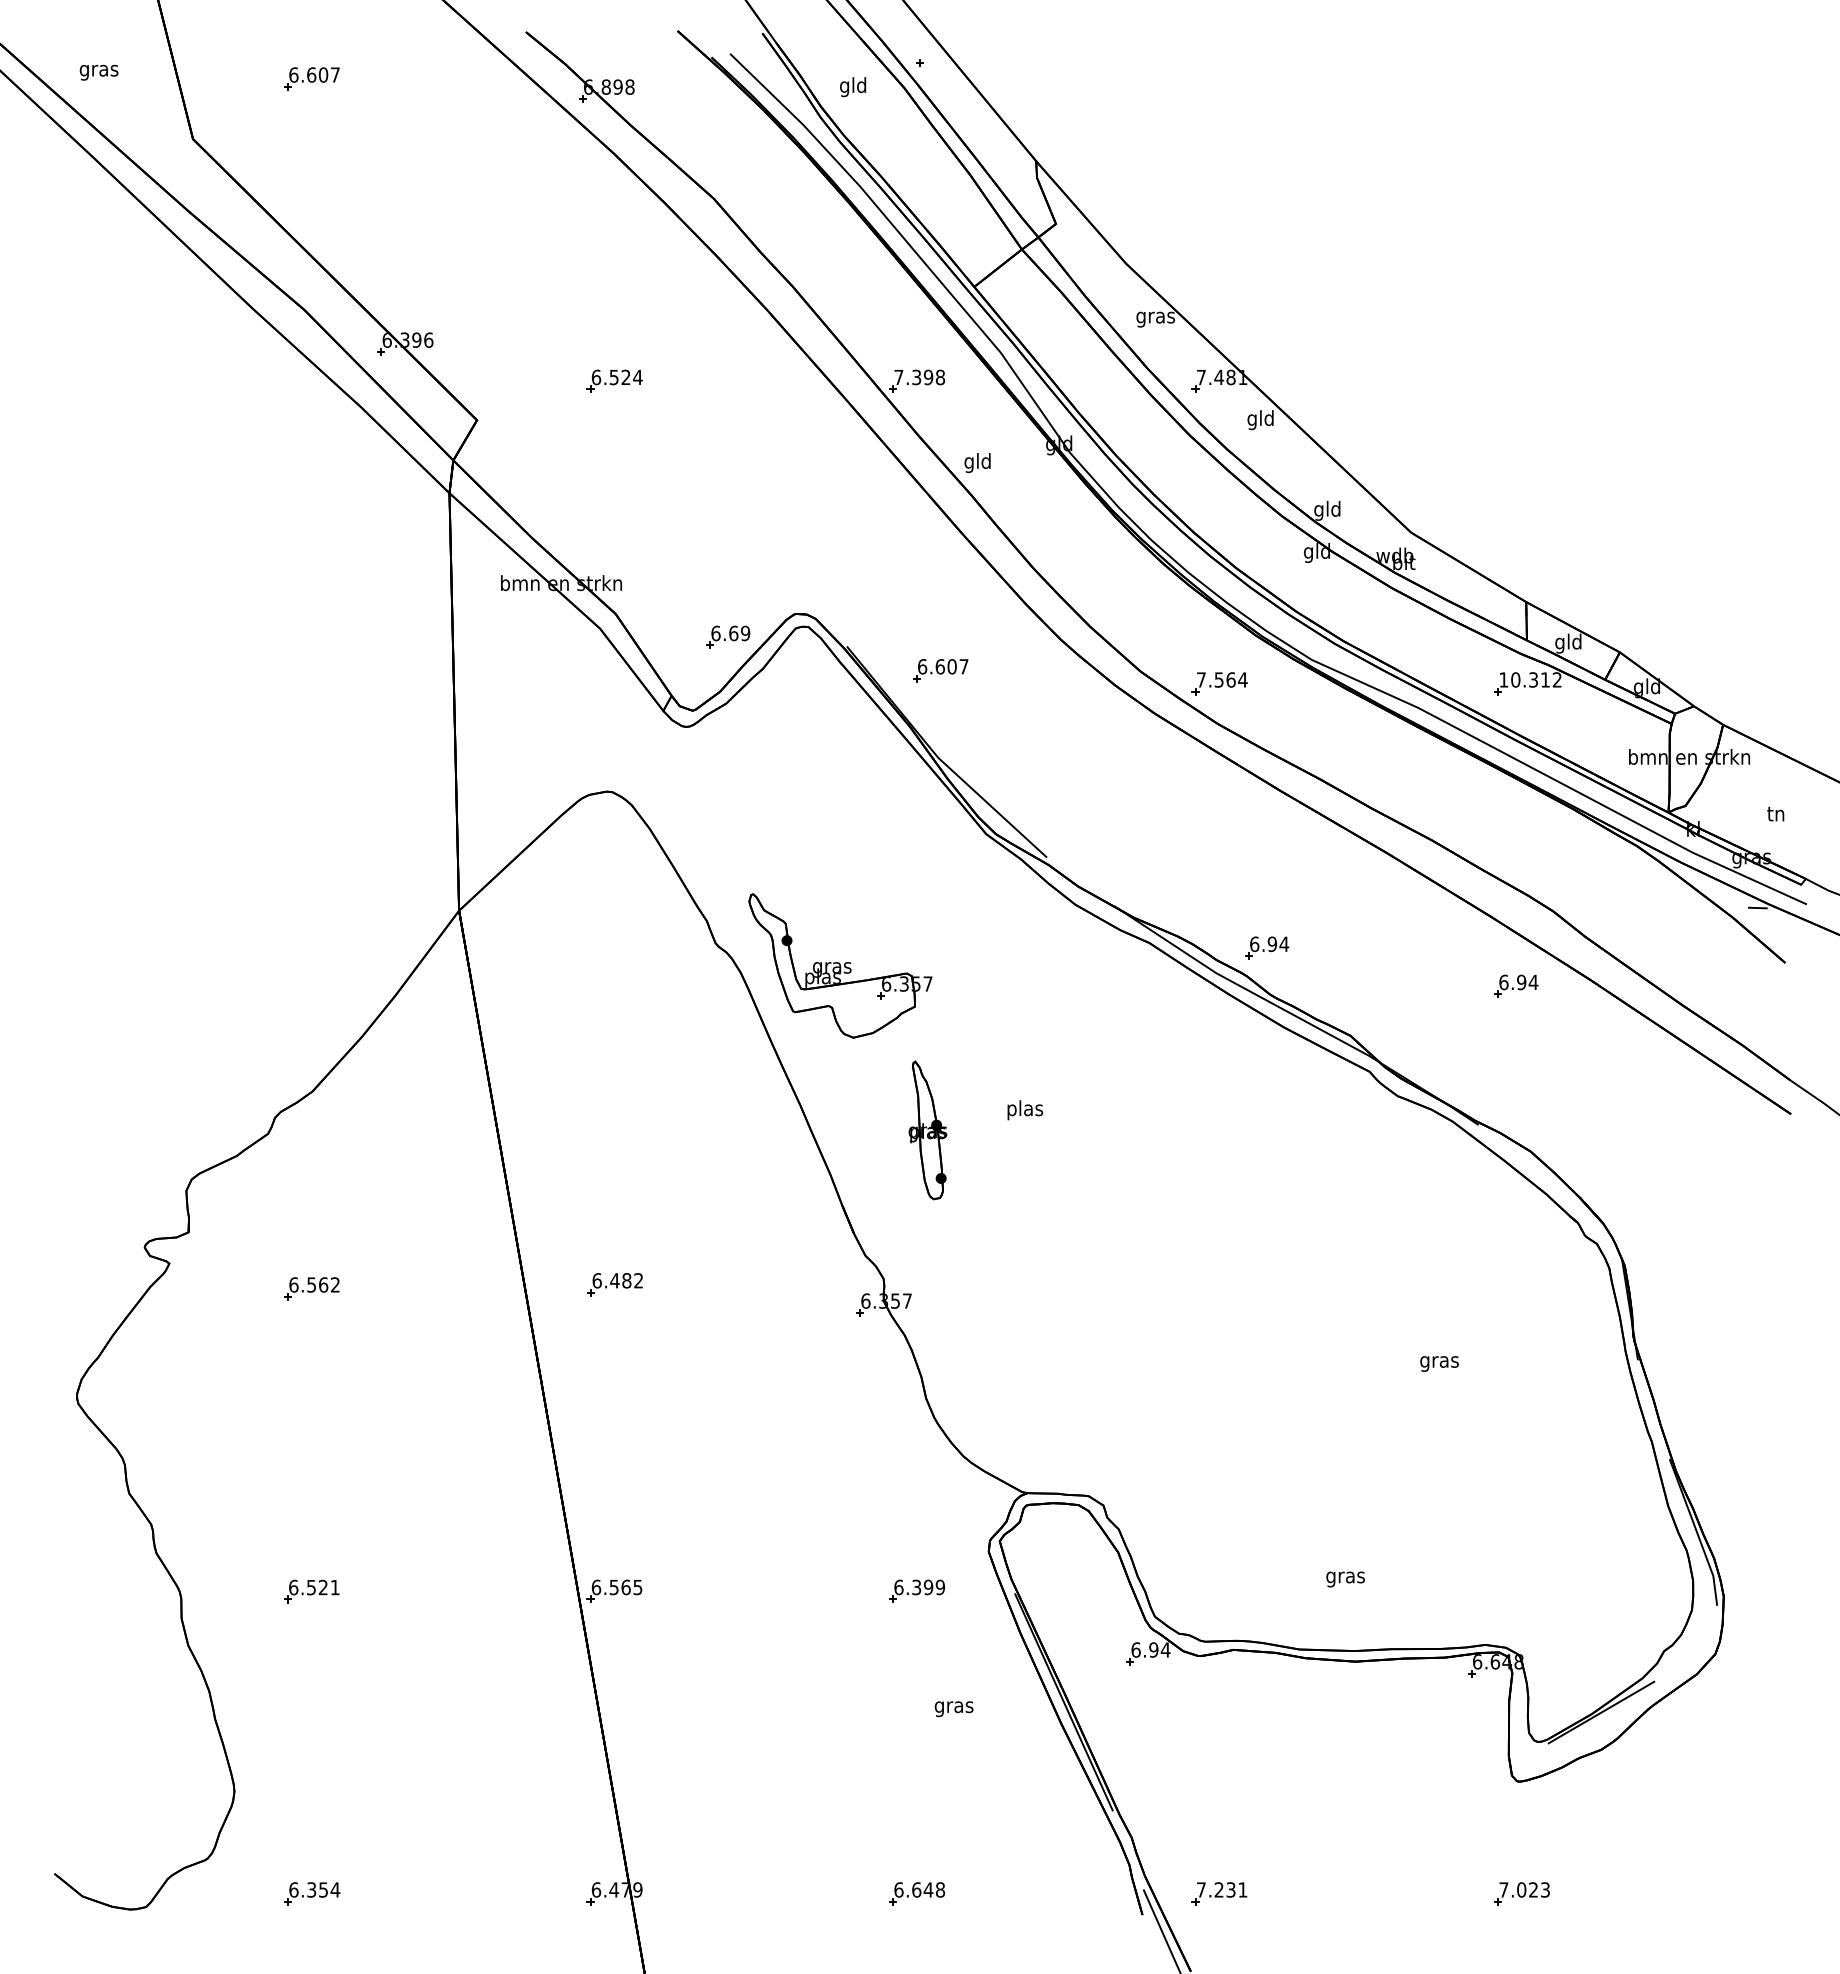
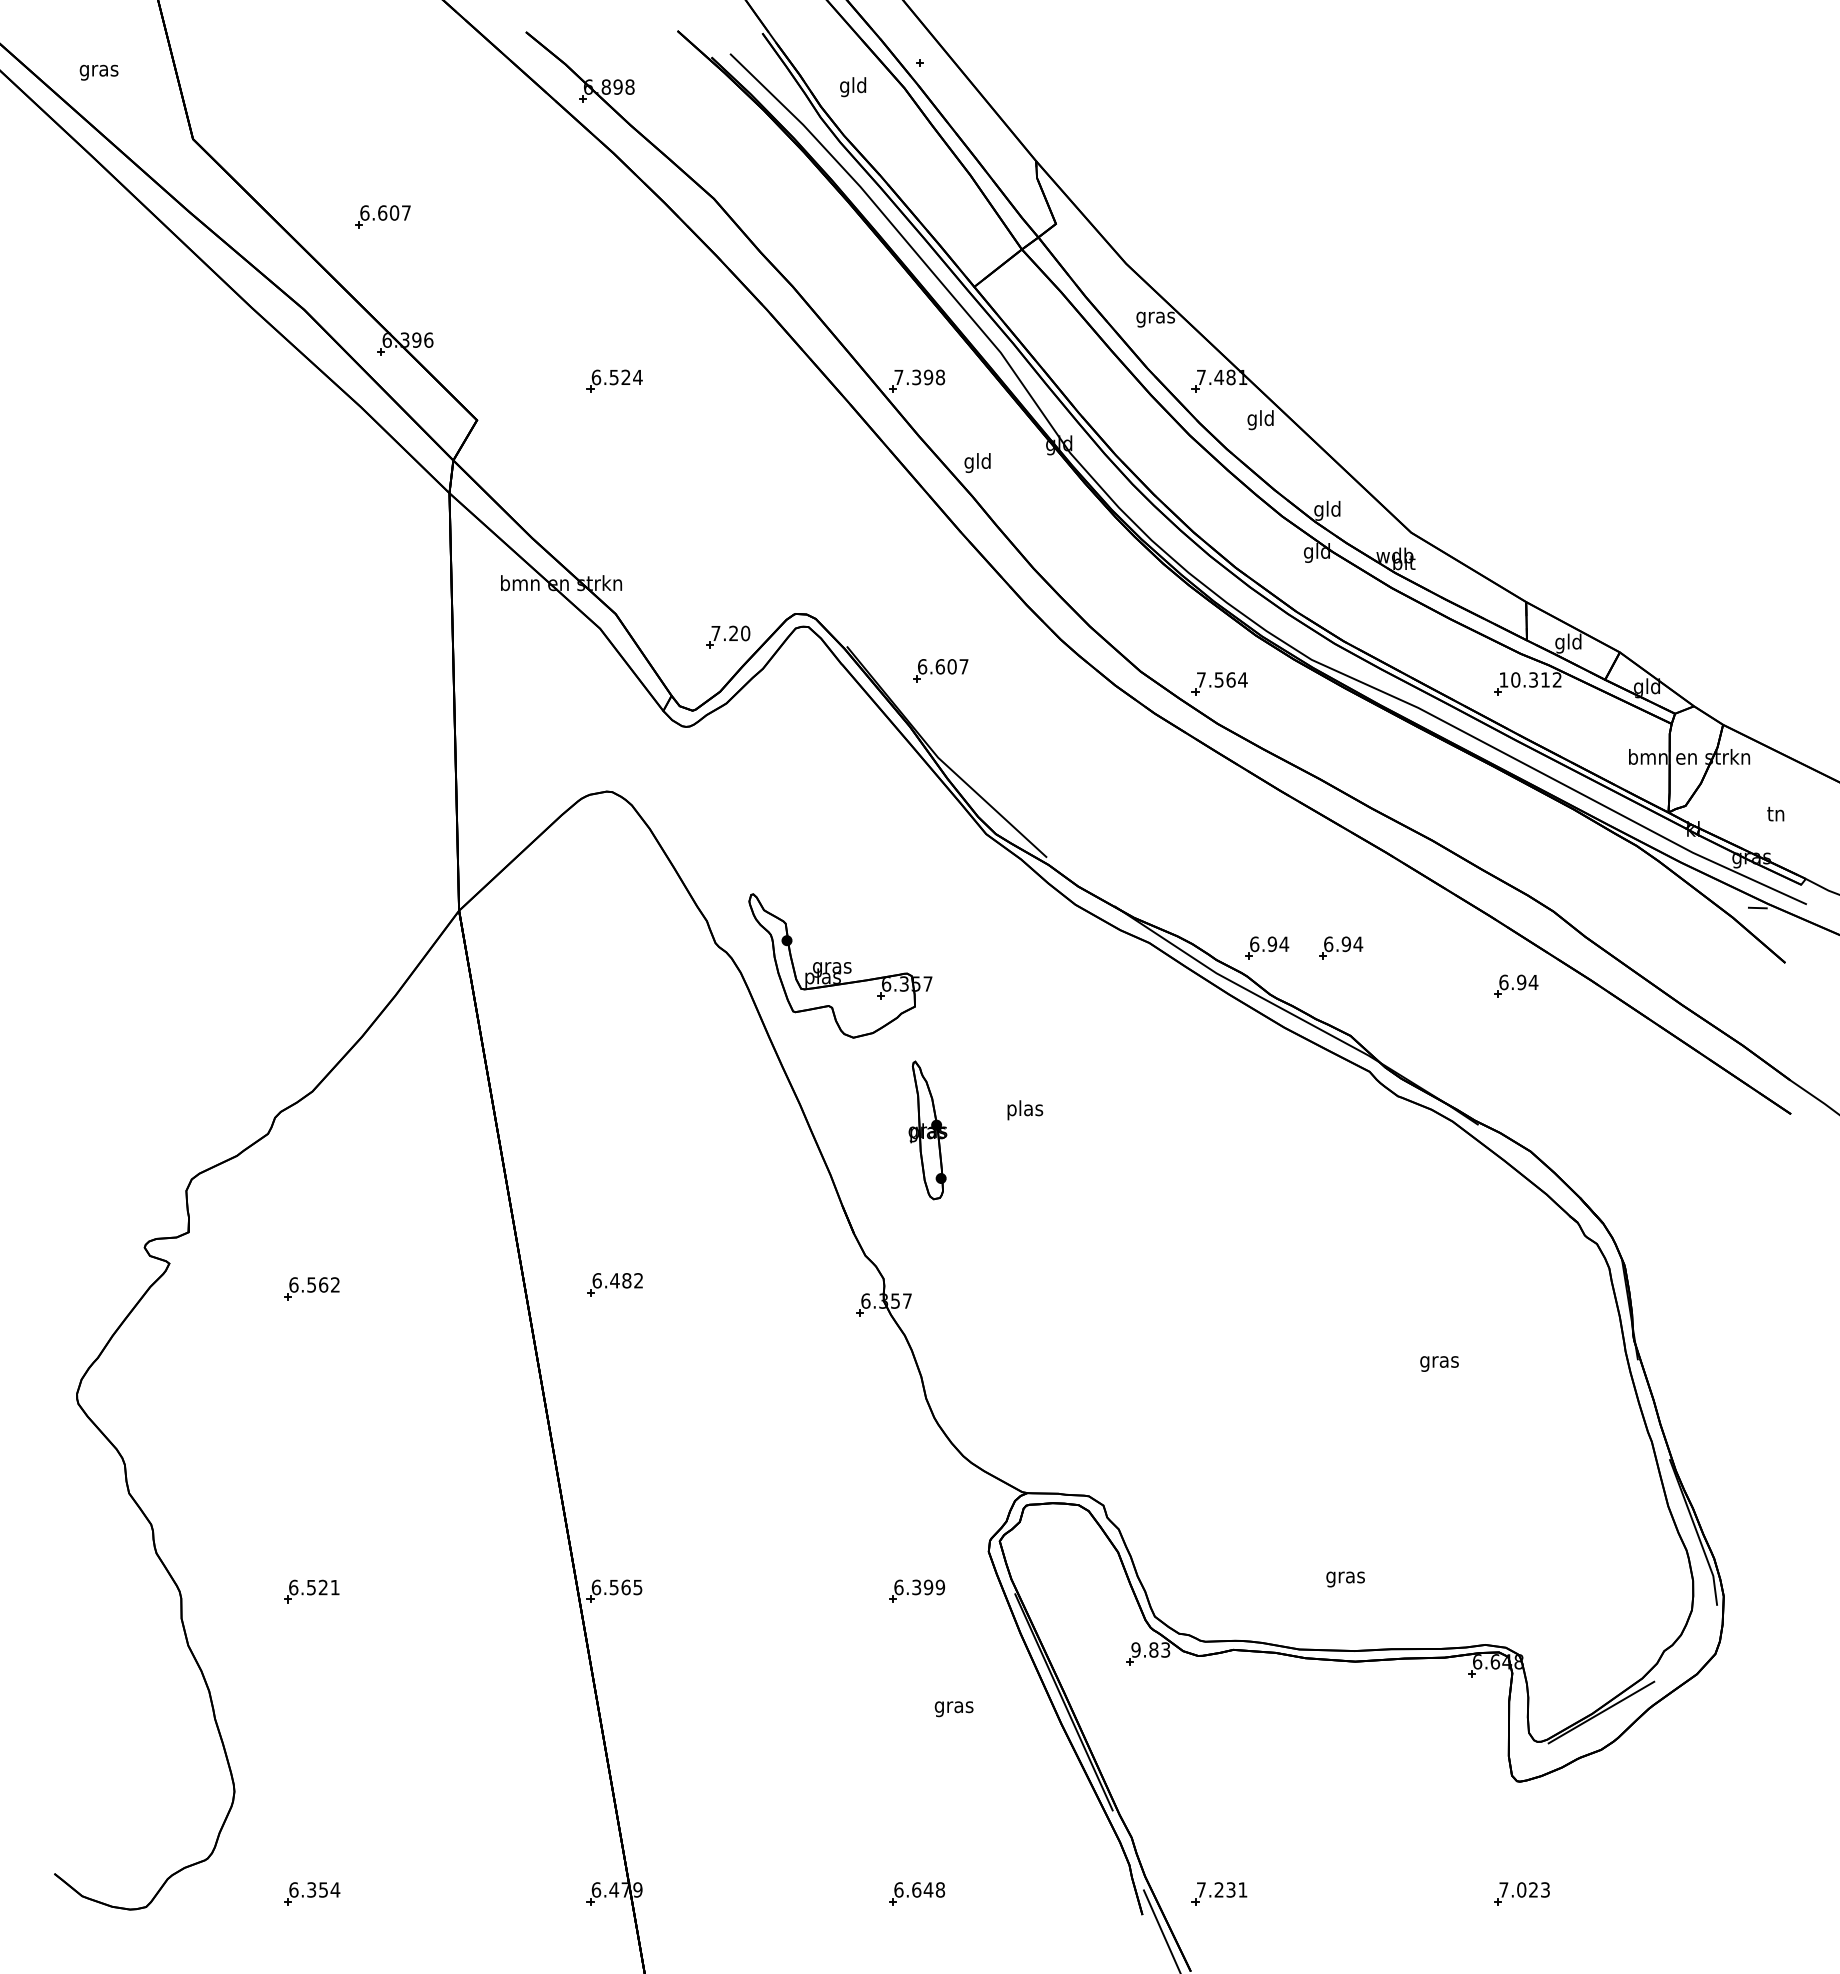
part at (311, 78) position: (311, 78) -> (382, 216)
text at (730, 633): 6.69 -> 7.20
part at (1341, 947): none -> present
text at (1150, 1649): 6.94 -> 9.83
